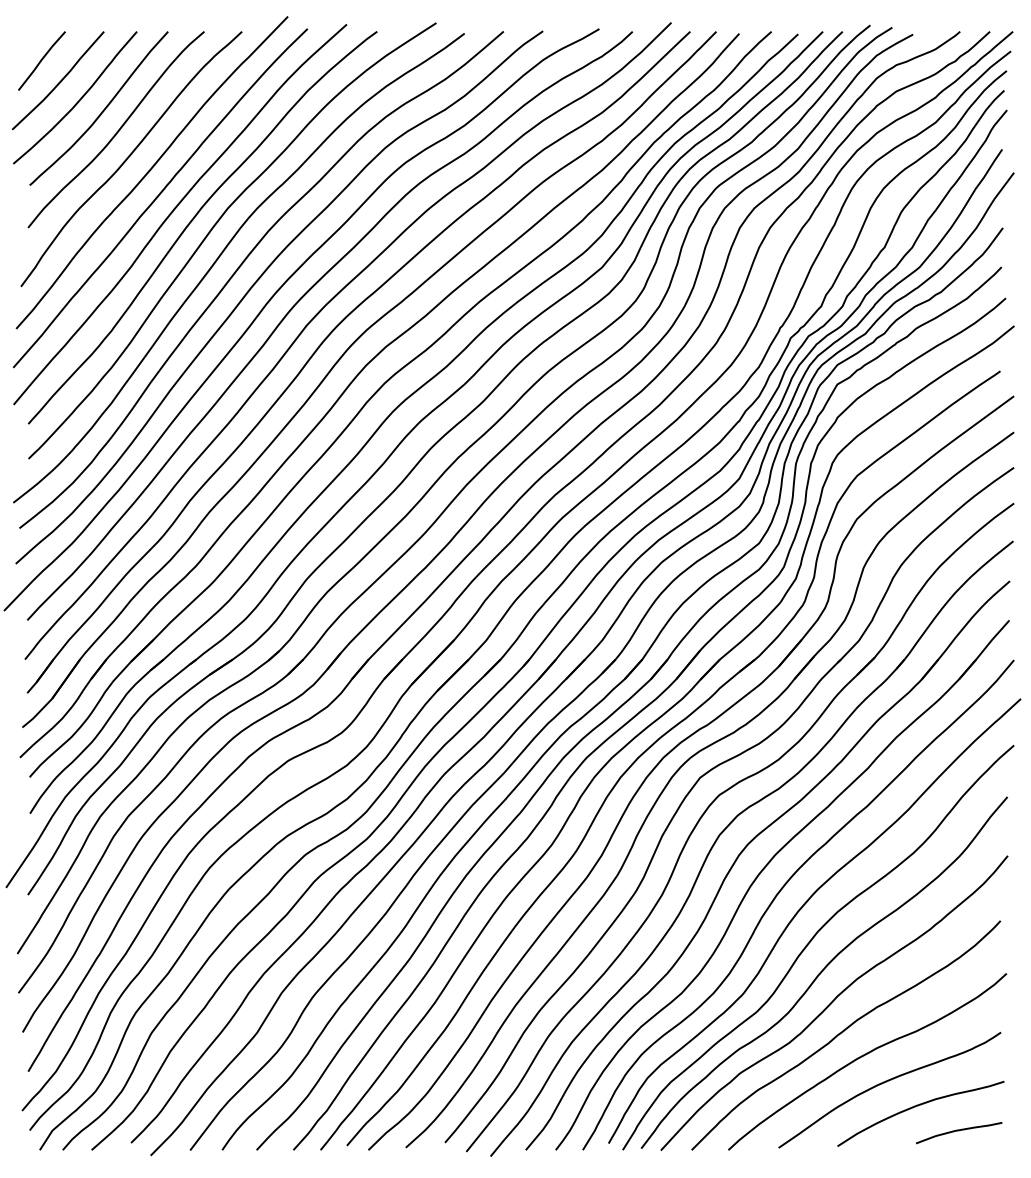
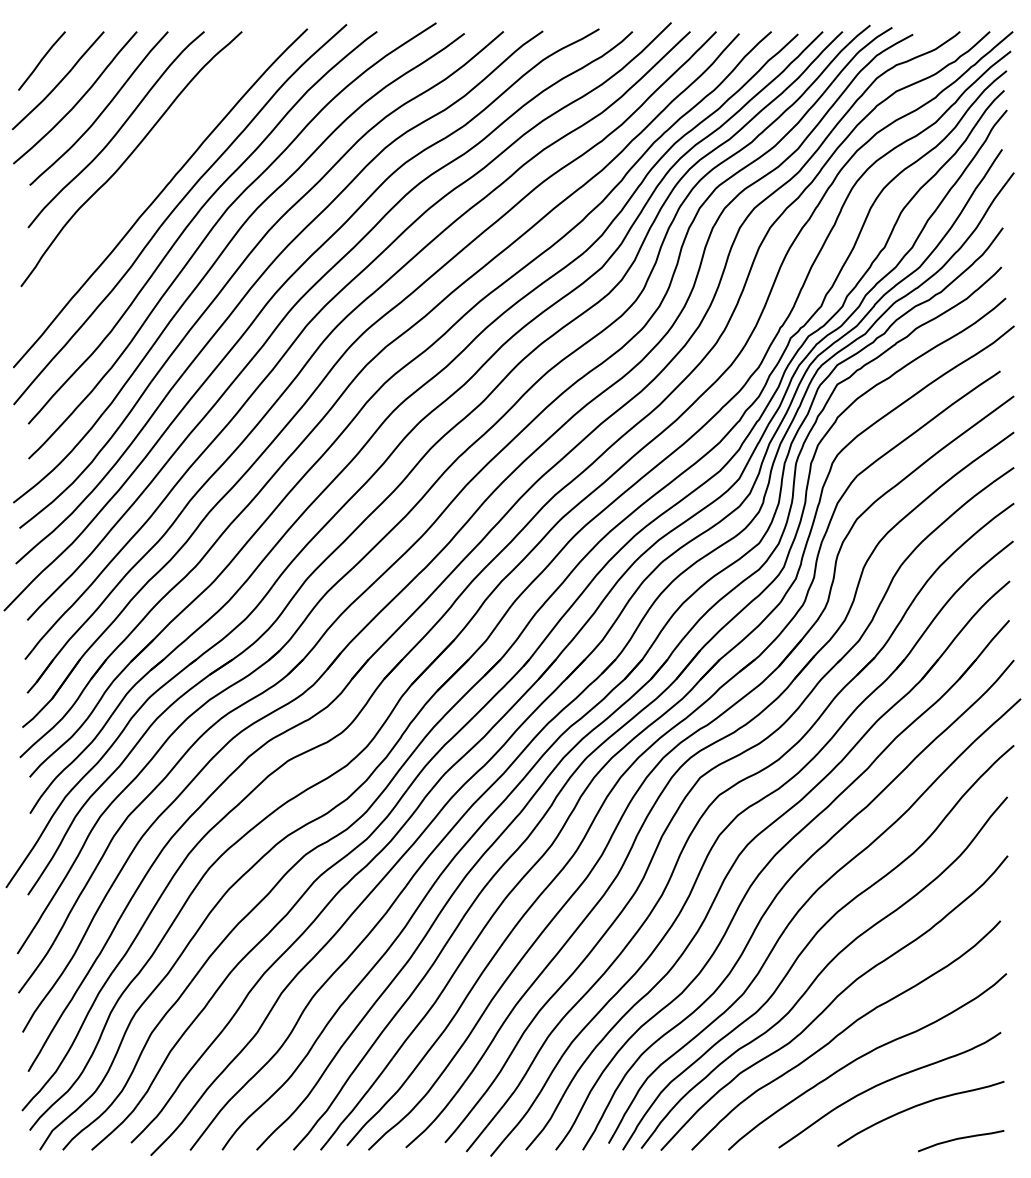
curve at (150, 171): present -> none
curve at (959, 1131) position: (959, 1131) -> (961, 1139)
